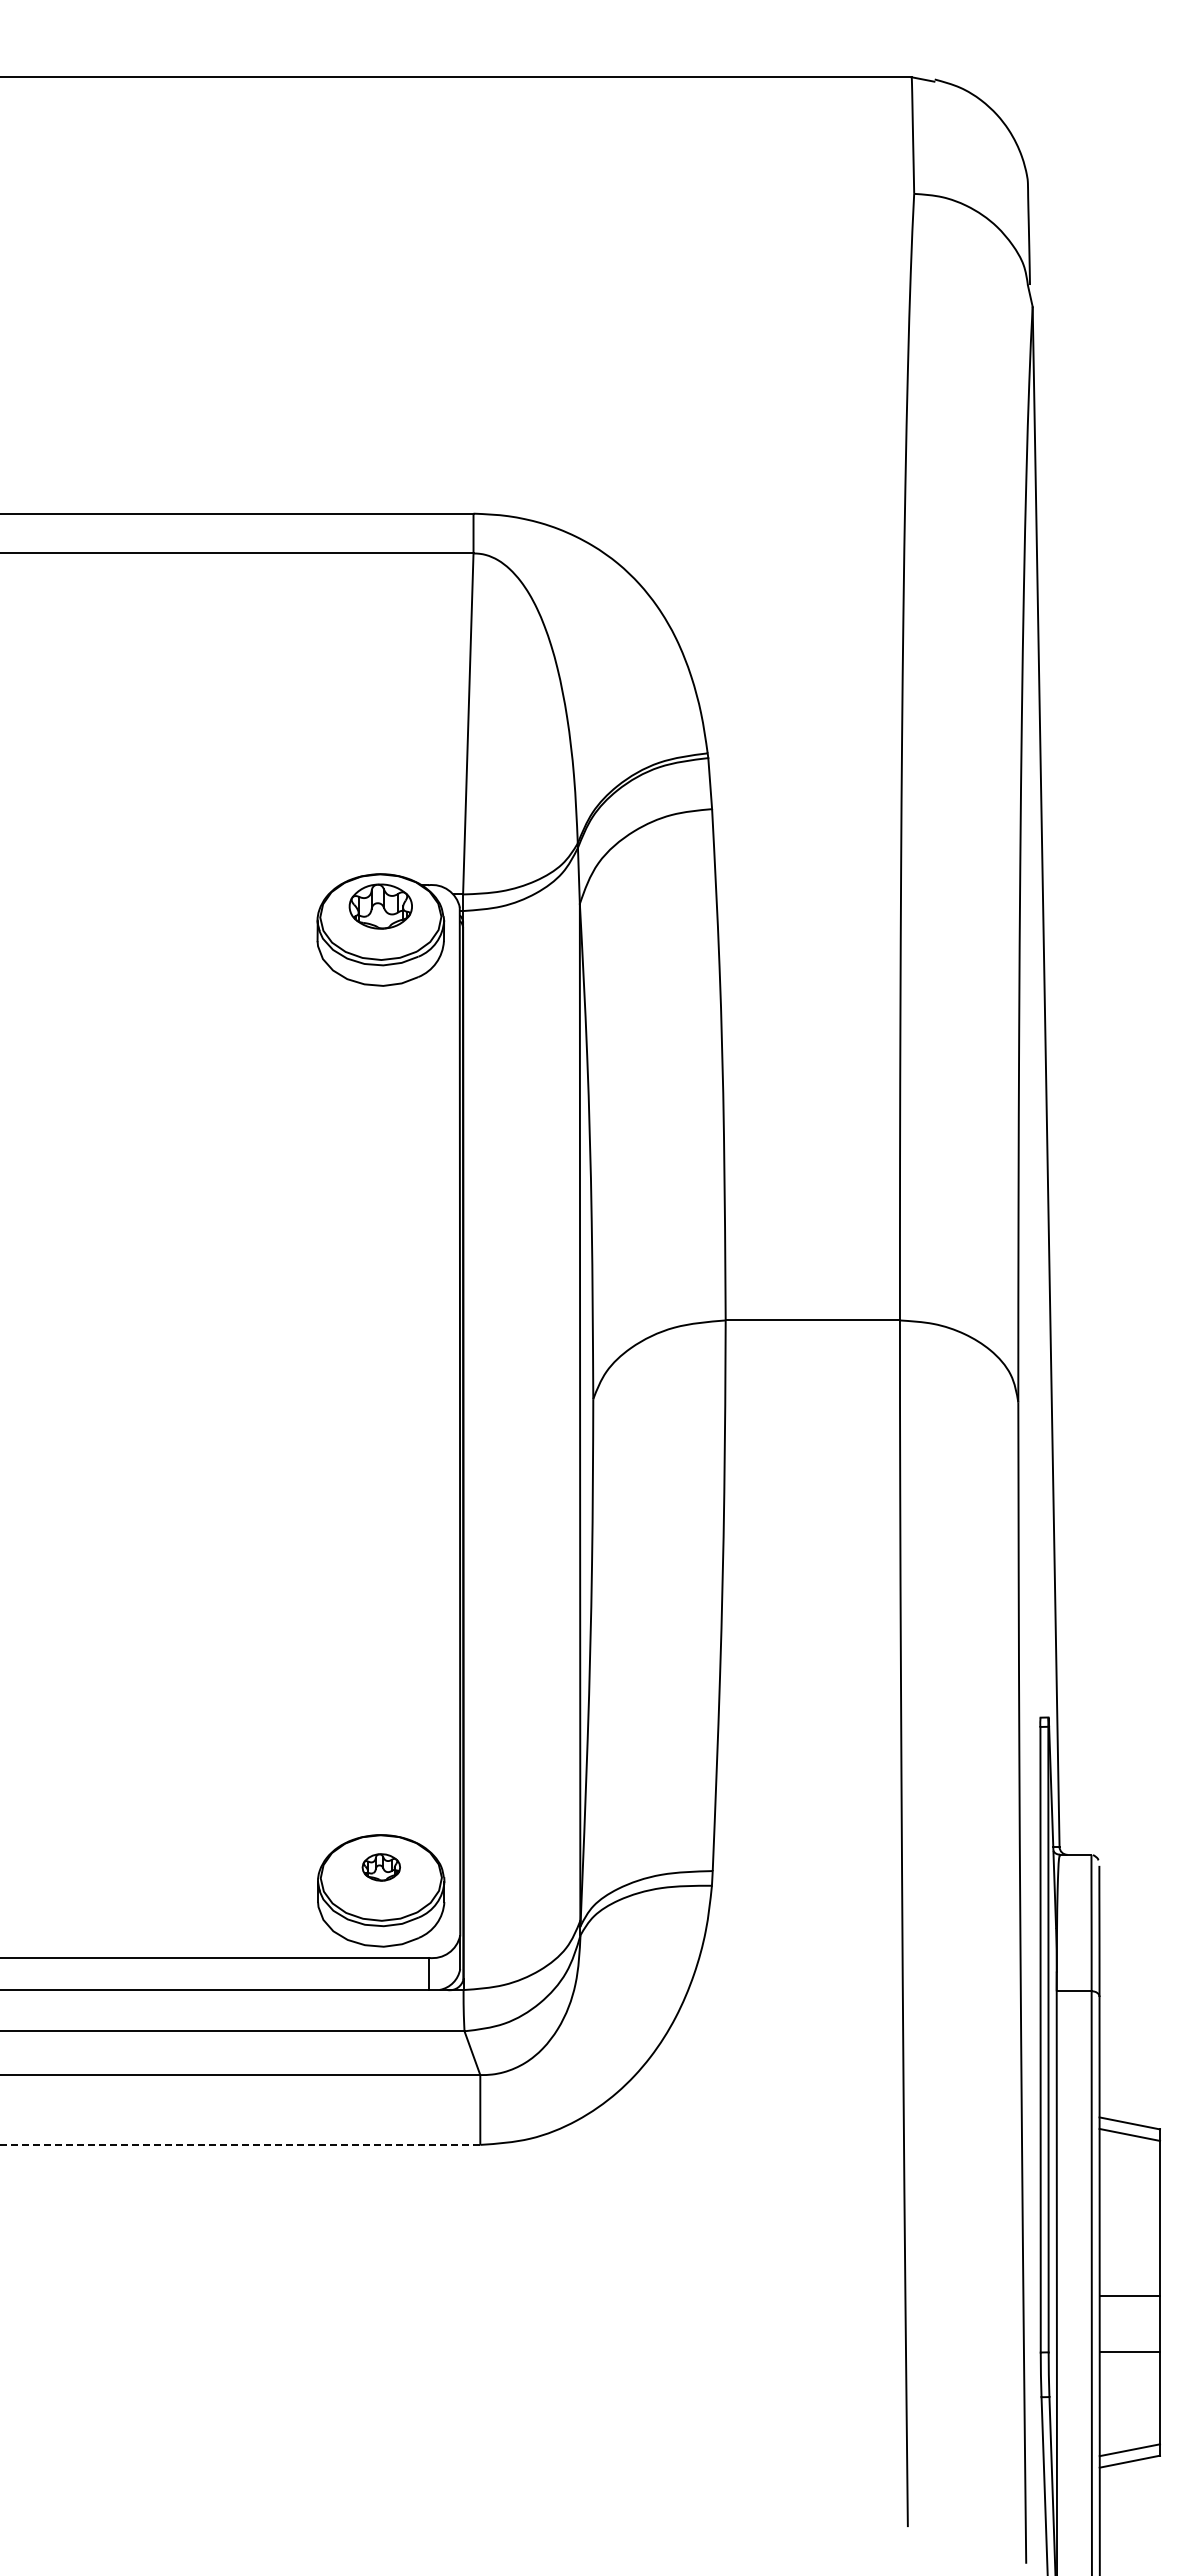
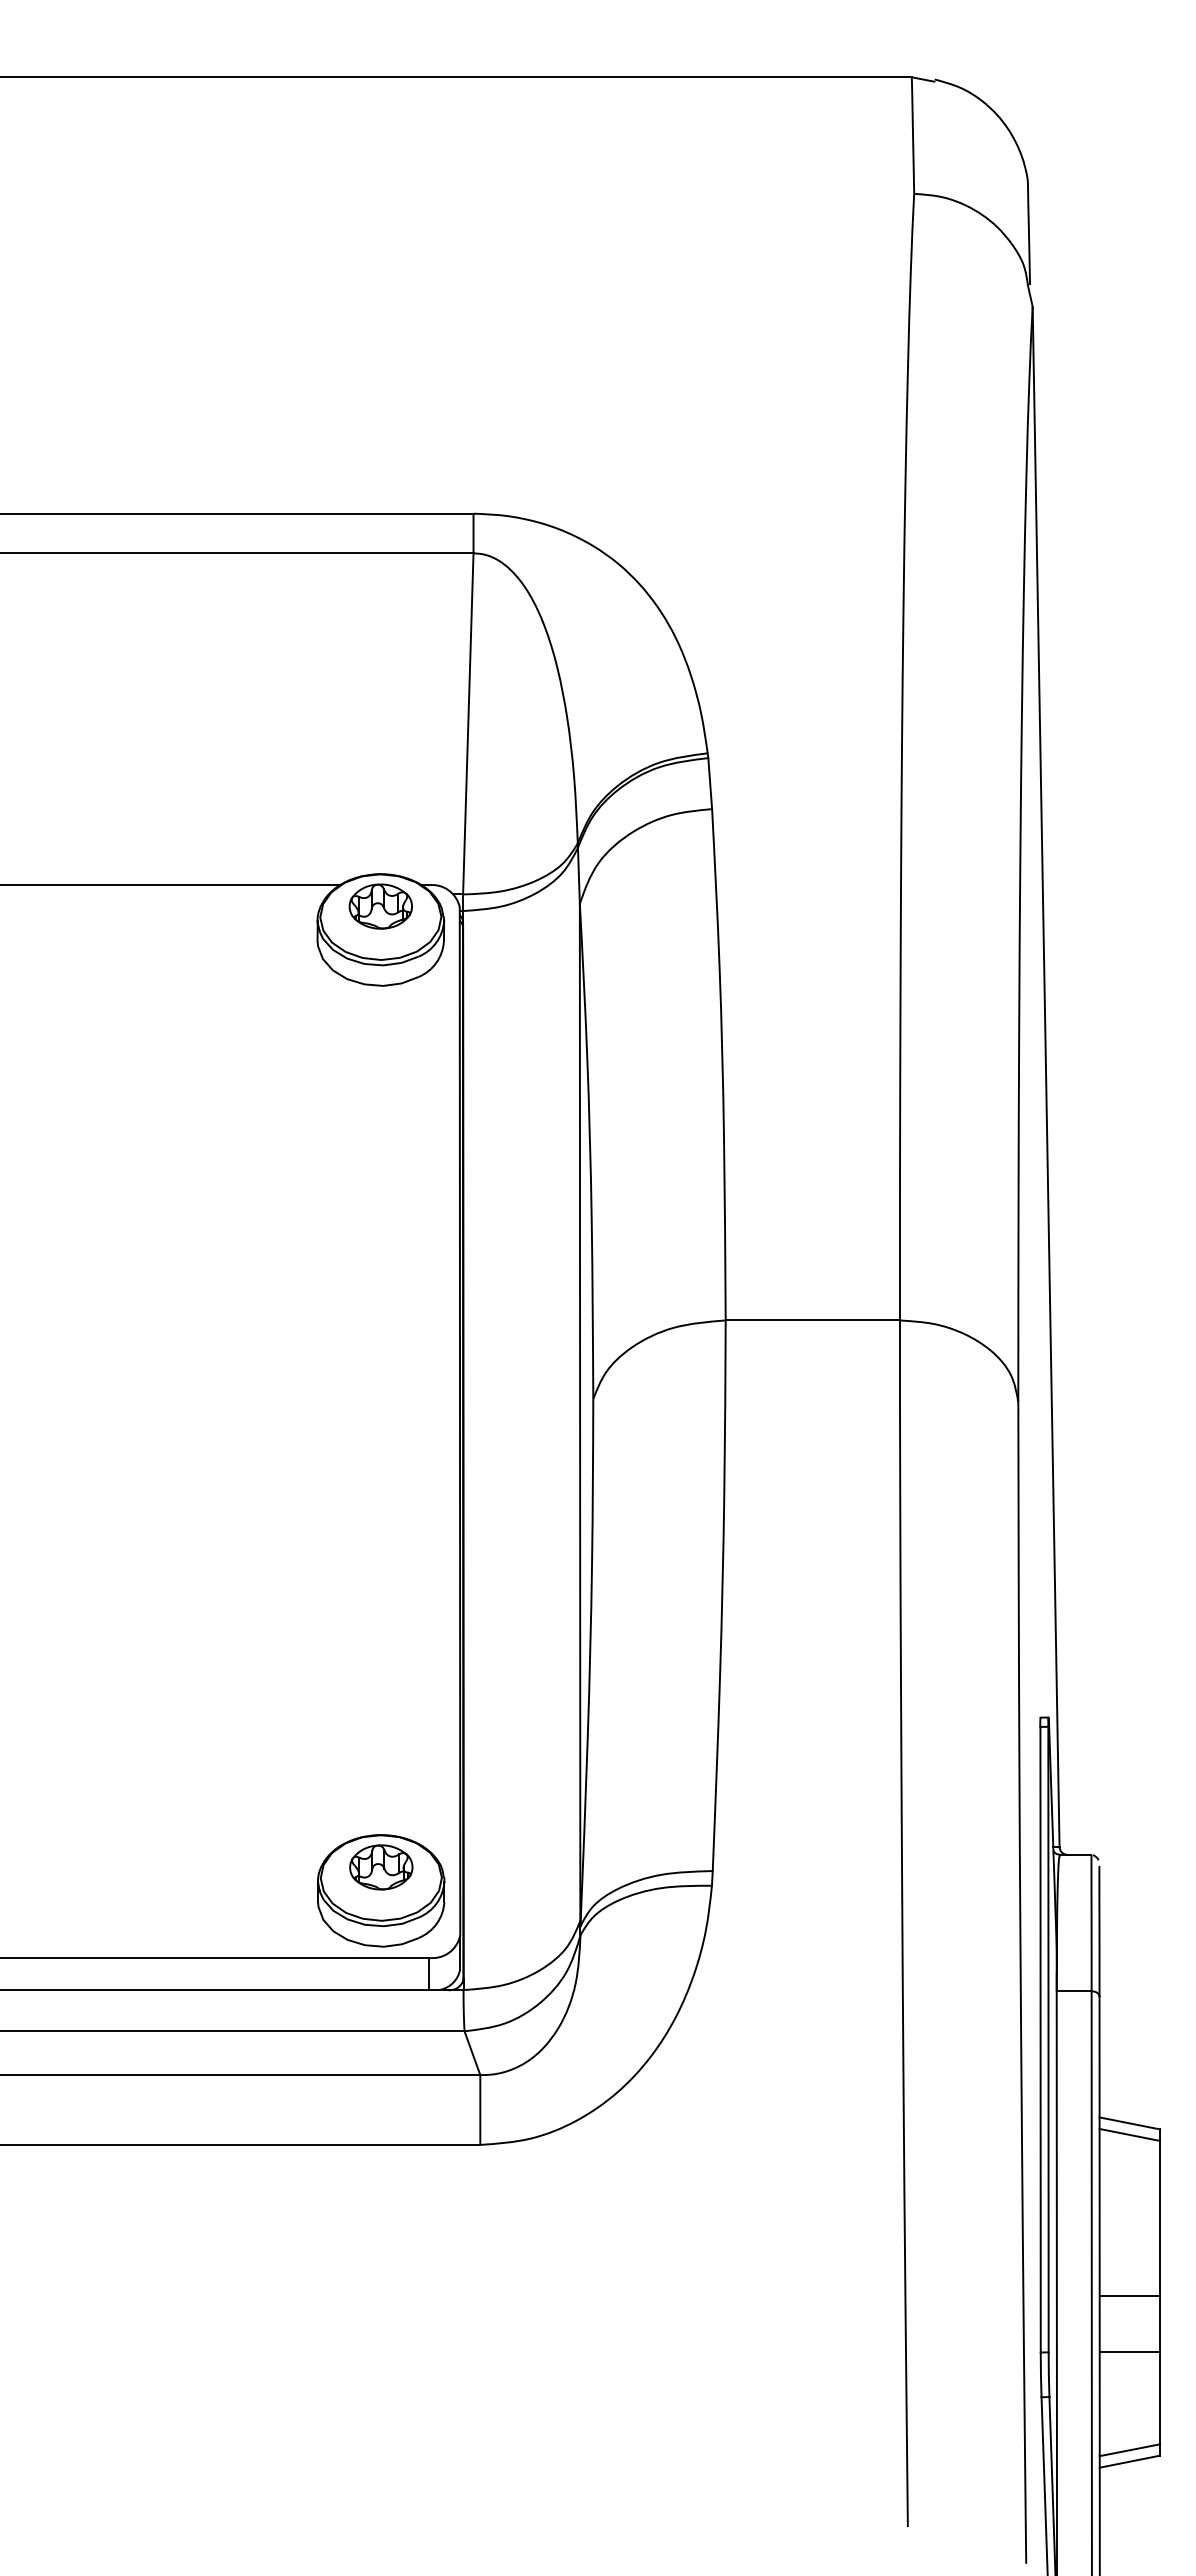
line at (171, 885): none -> present
part at (380, 1867) size: 40x29 px -> 65x47 px
line at (240, 2144): dashed -> solid
